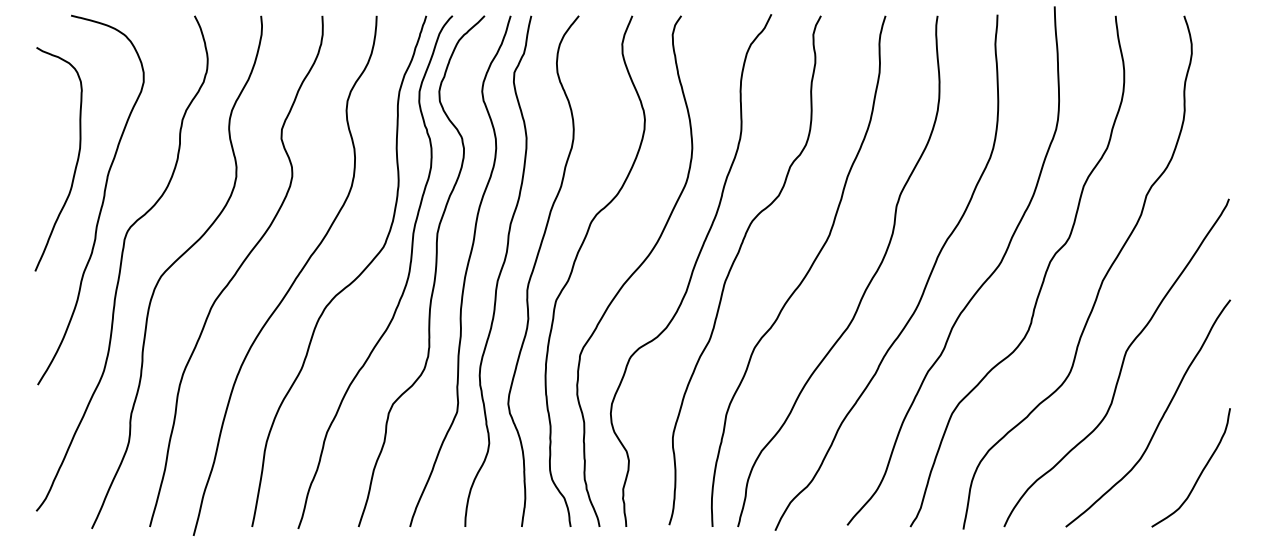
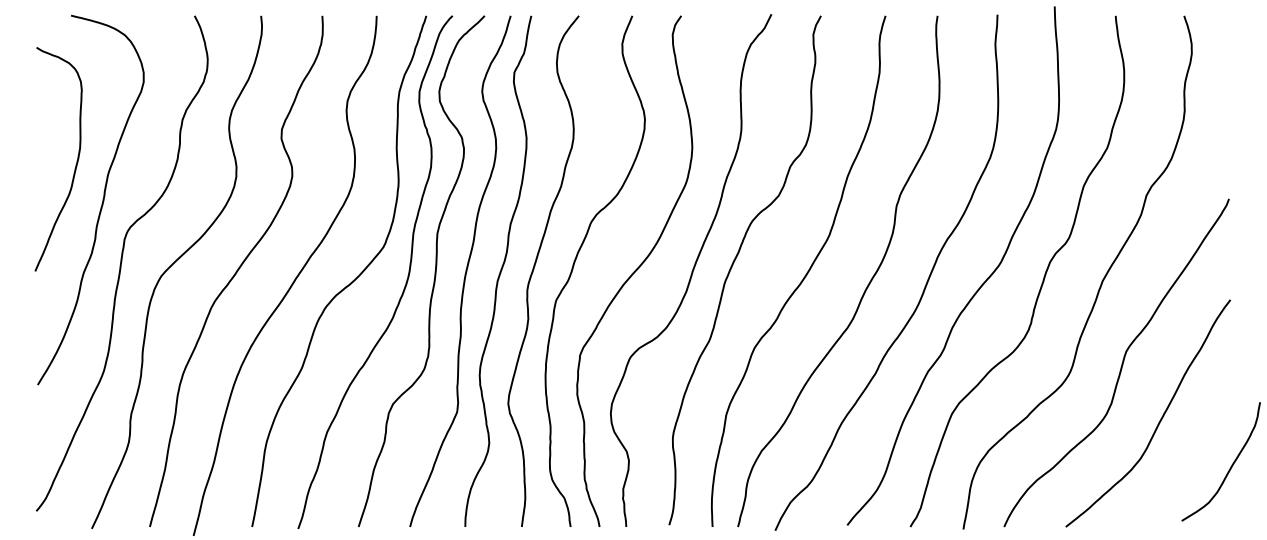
curve at (1200, 472) position: (1200, 472) -> (1230, 466)
